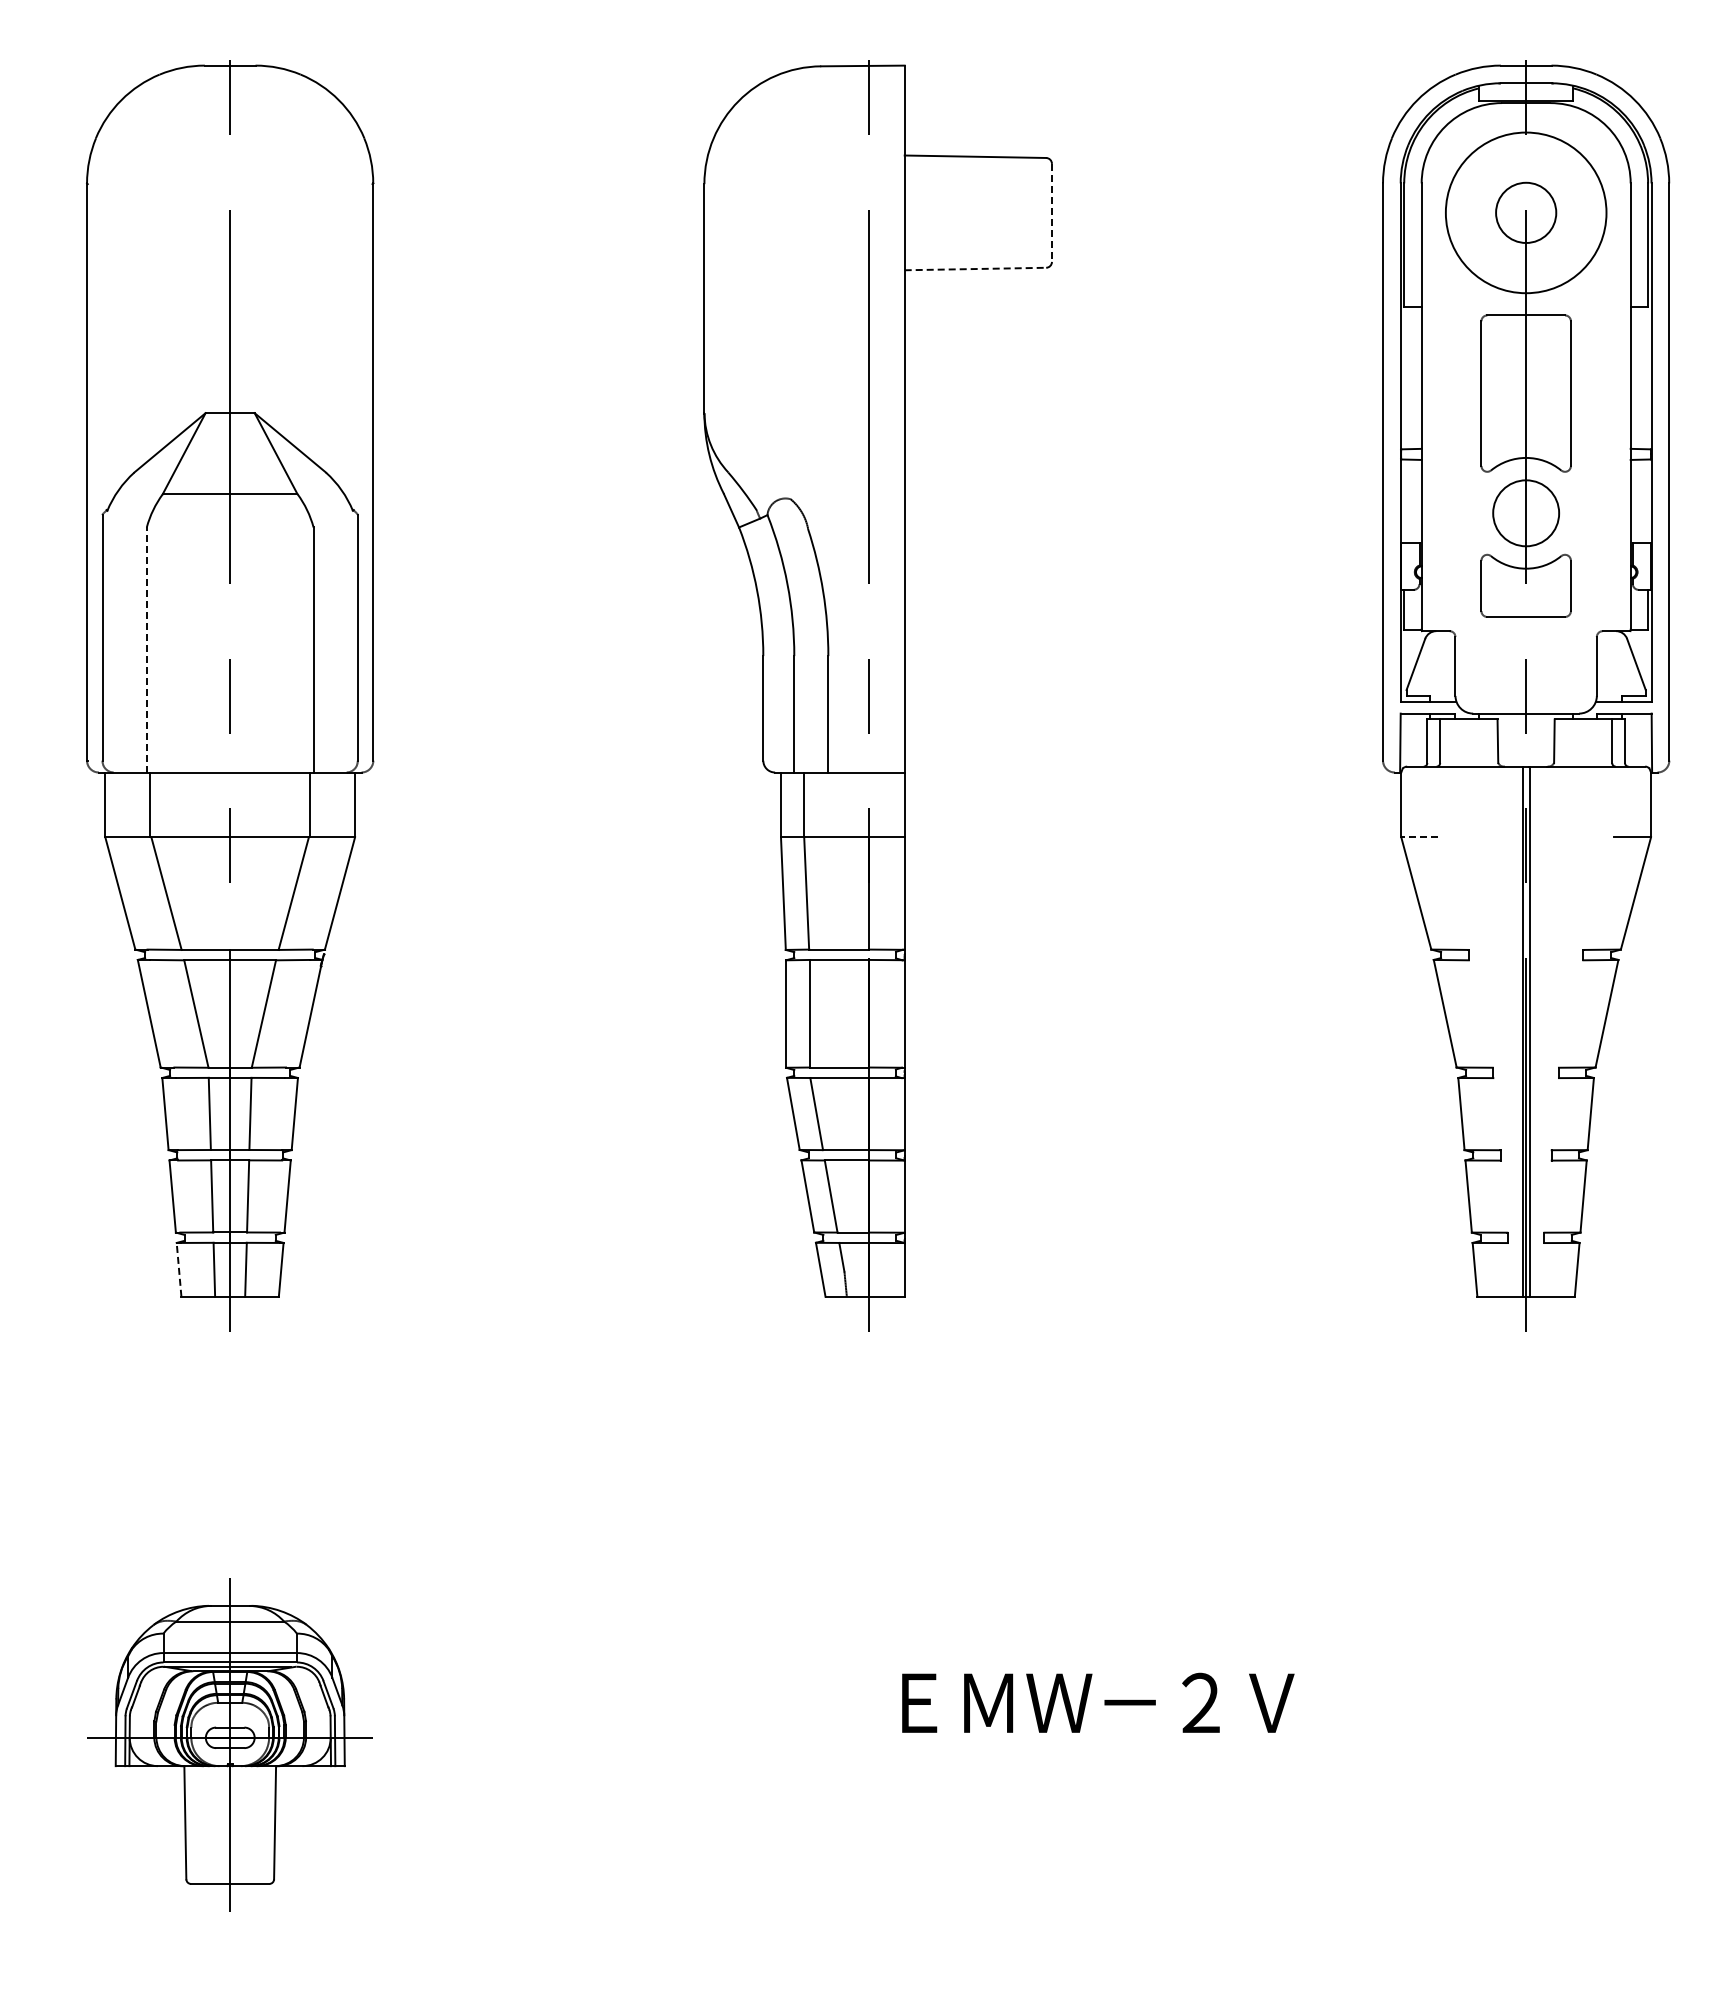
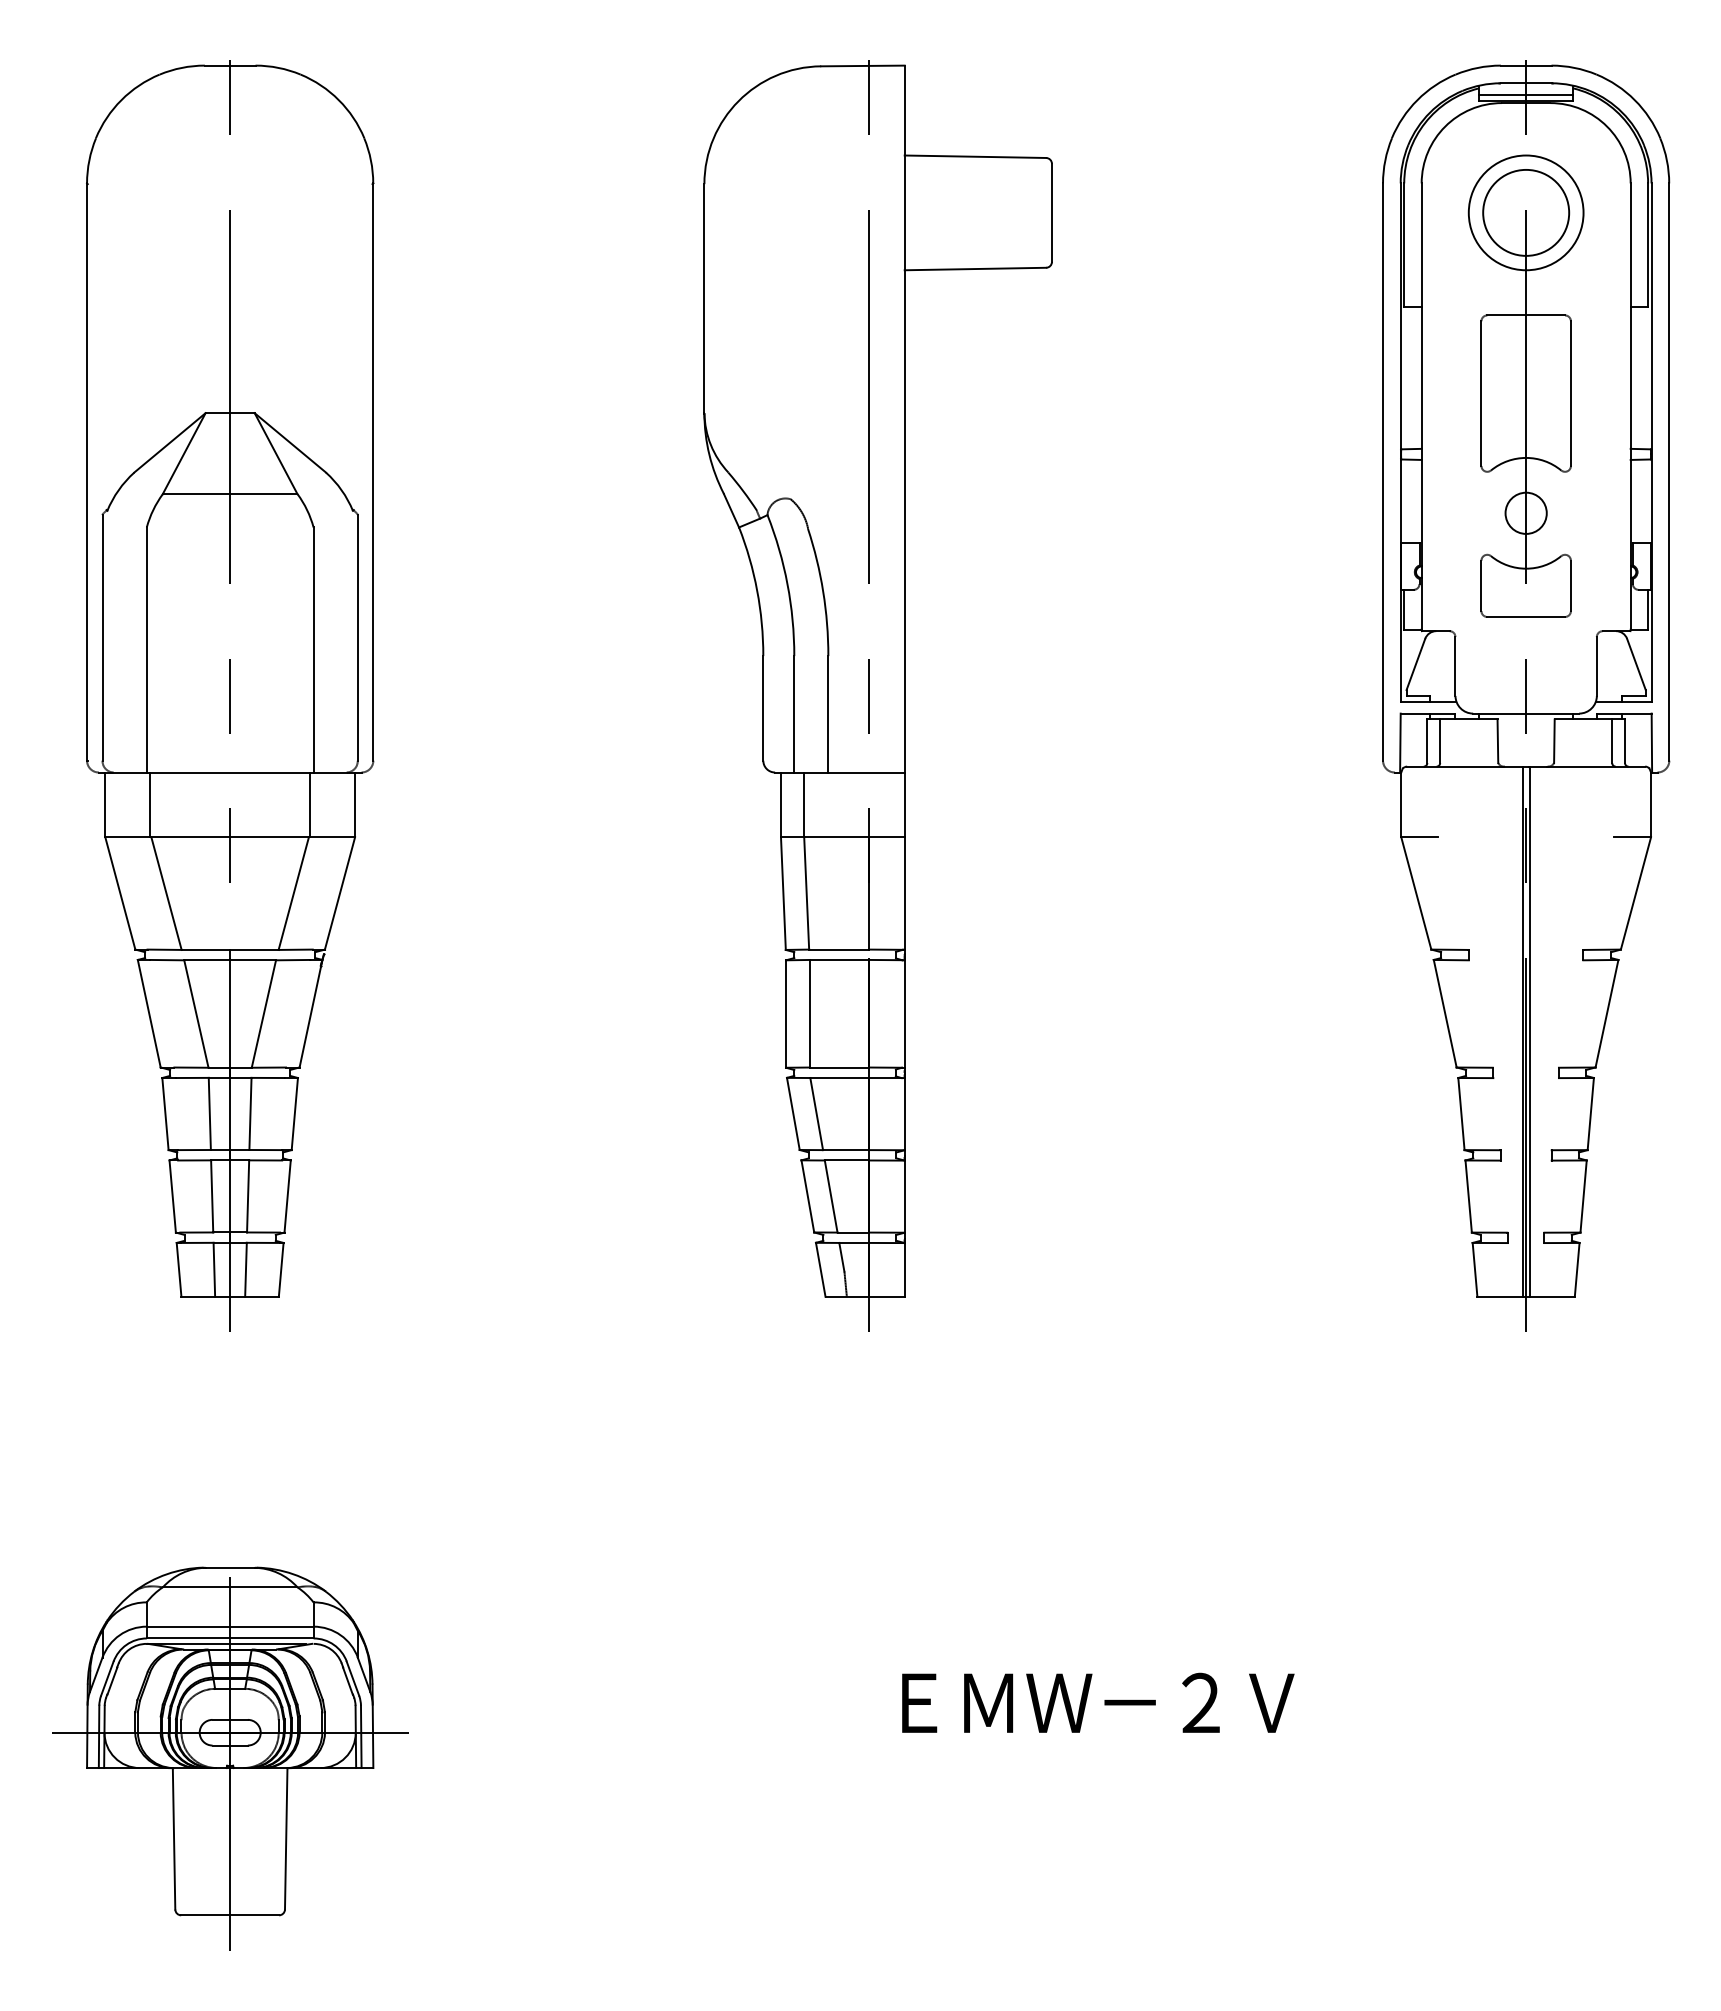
line at (1526, 95): none -> present
circle at (1525, 212) diameter: 161 px -> 115 px
circle at (1526, 212) diameter: 60 px -> 86 px
line at (1051, 213): dashed -> solid
line at (975, 269): dashed -> solid
circle at (1526, 513) diameter: 66 px -> 41 px
line at (146, 649): dashed -> solid
line at (1419, 837): dashed -> solid
line at (179, 1269): dashed -> solid
part at (229, 1754) size: 286x314 px -> 357x385 px
